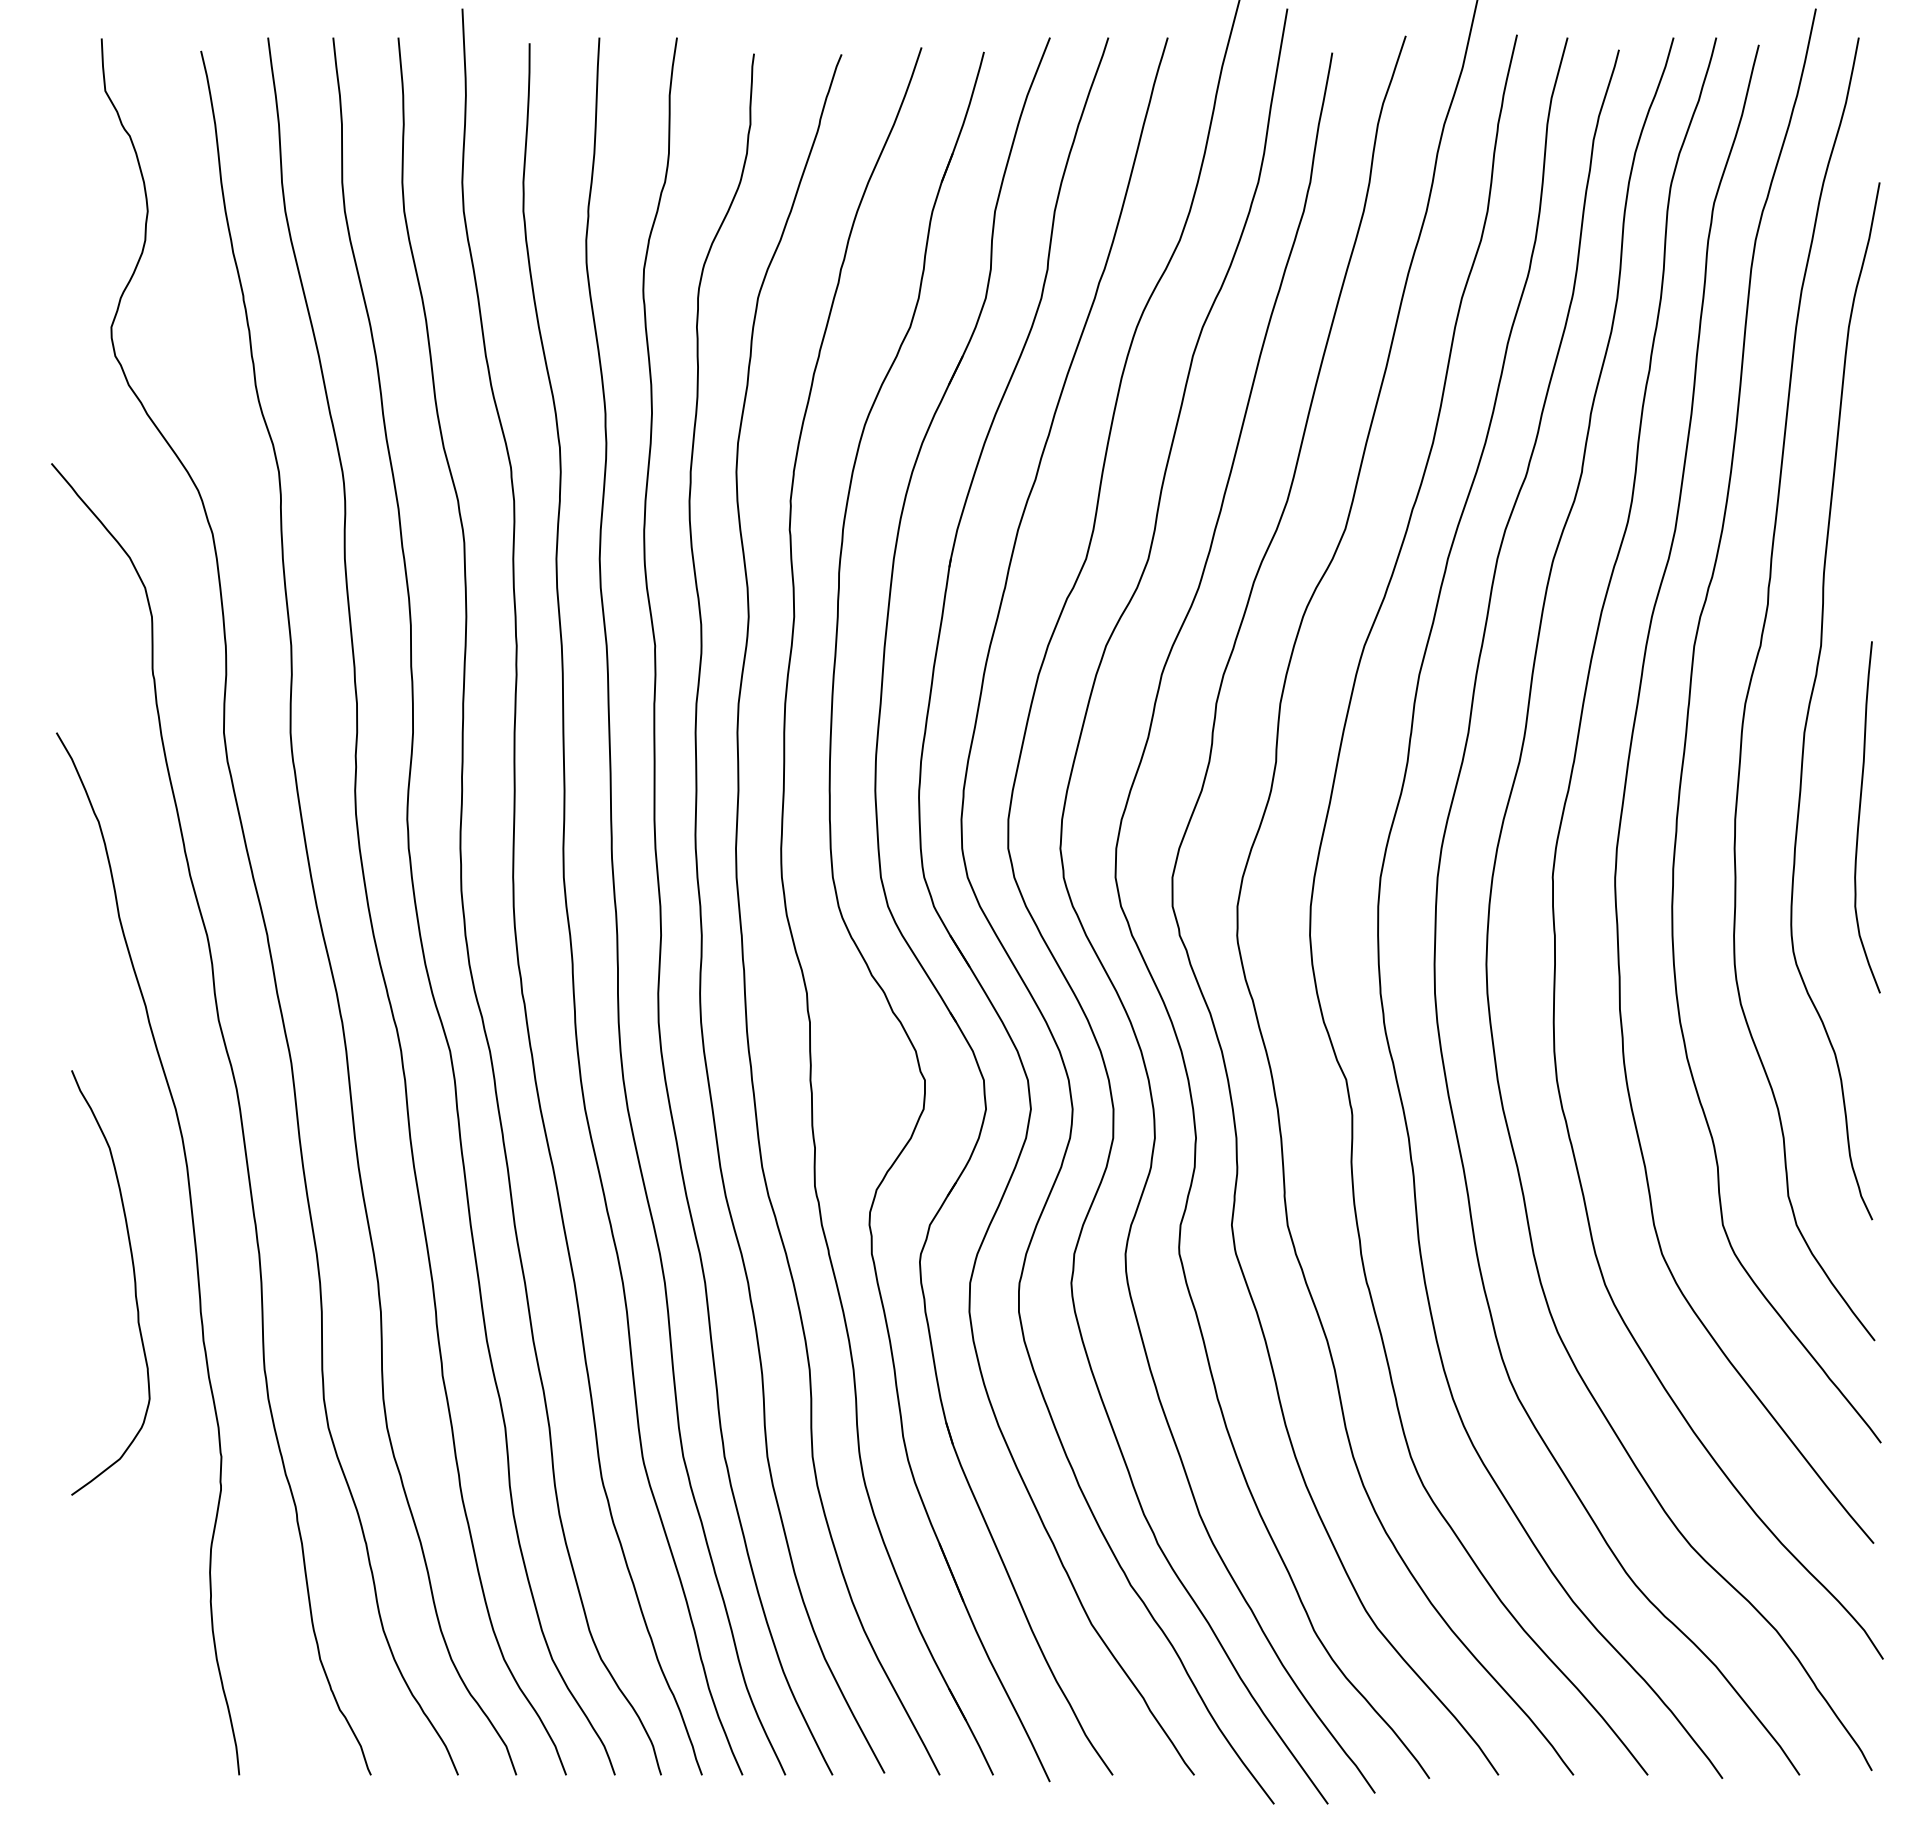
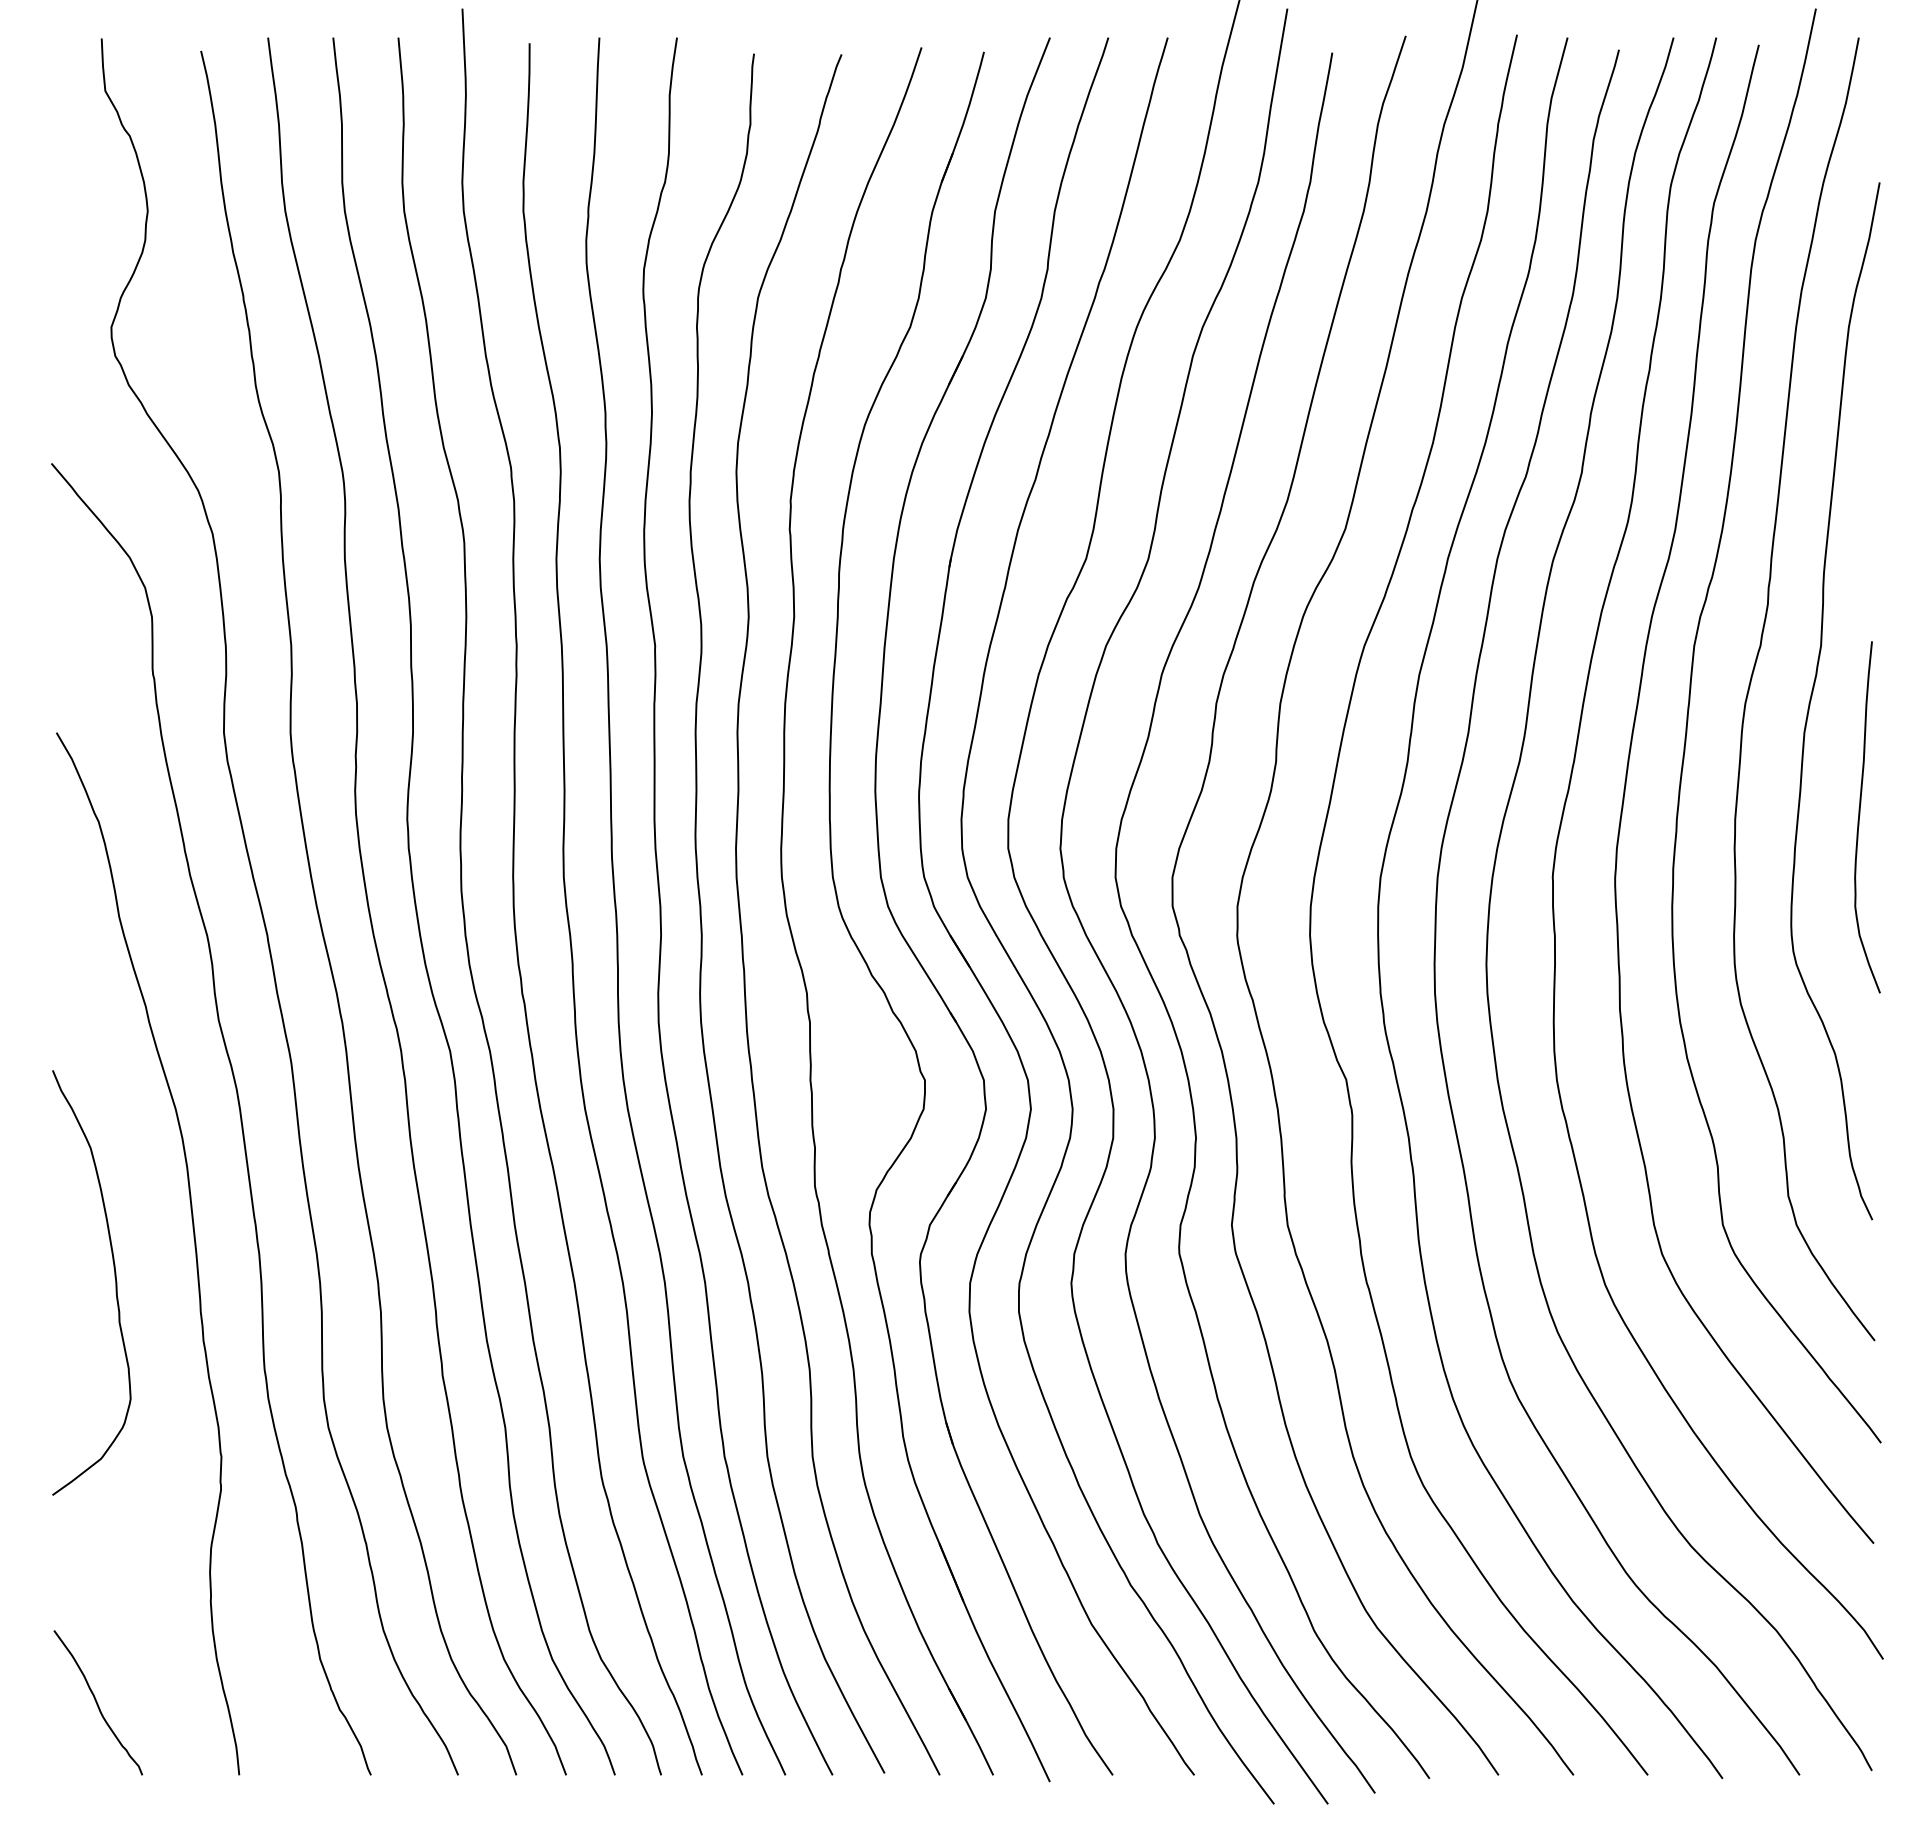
curve at (133, 1277) position: (133, 1277) -> (114, 1277)
curve at (97, 1702): none -> present
